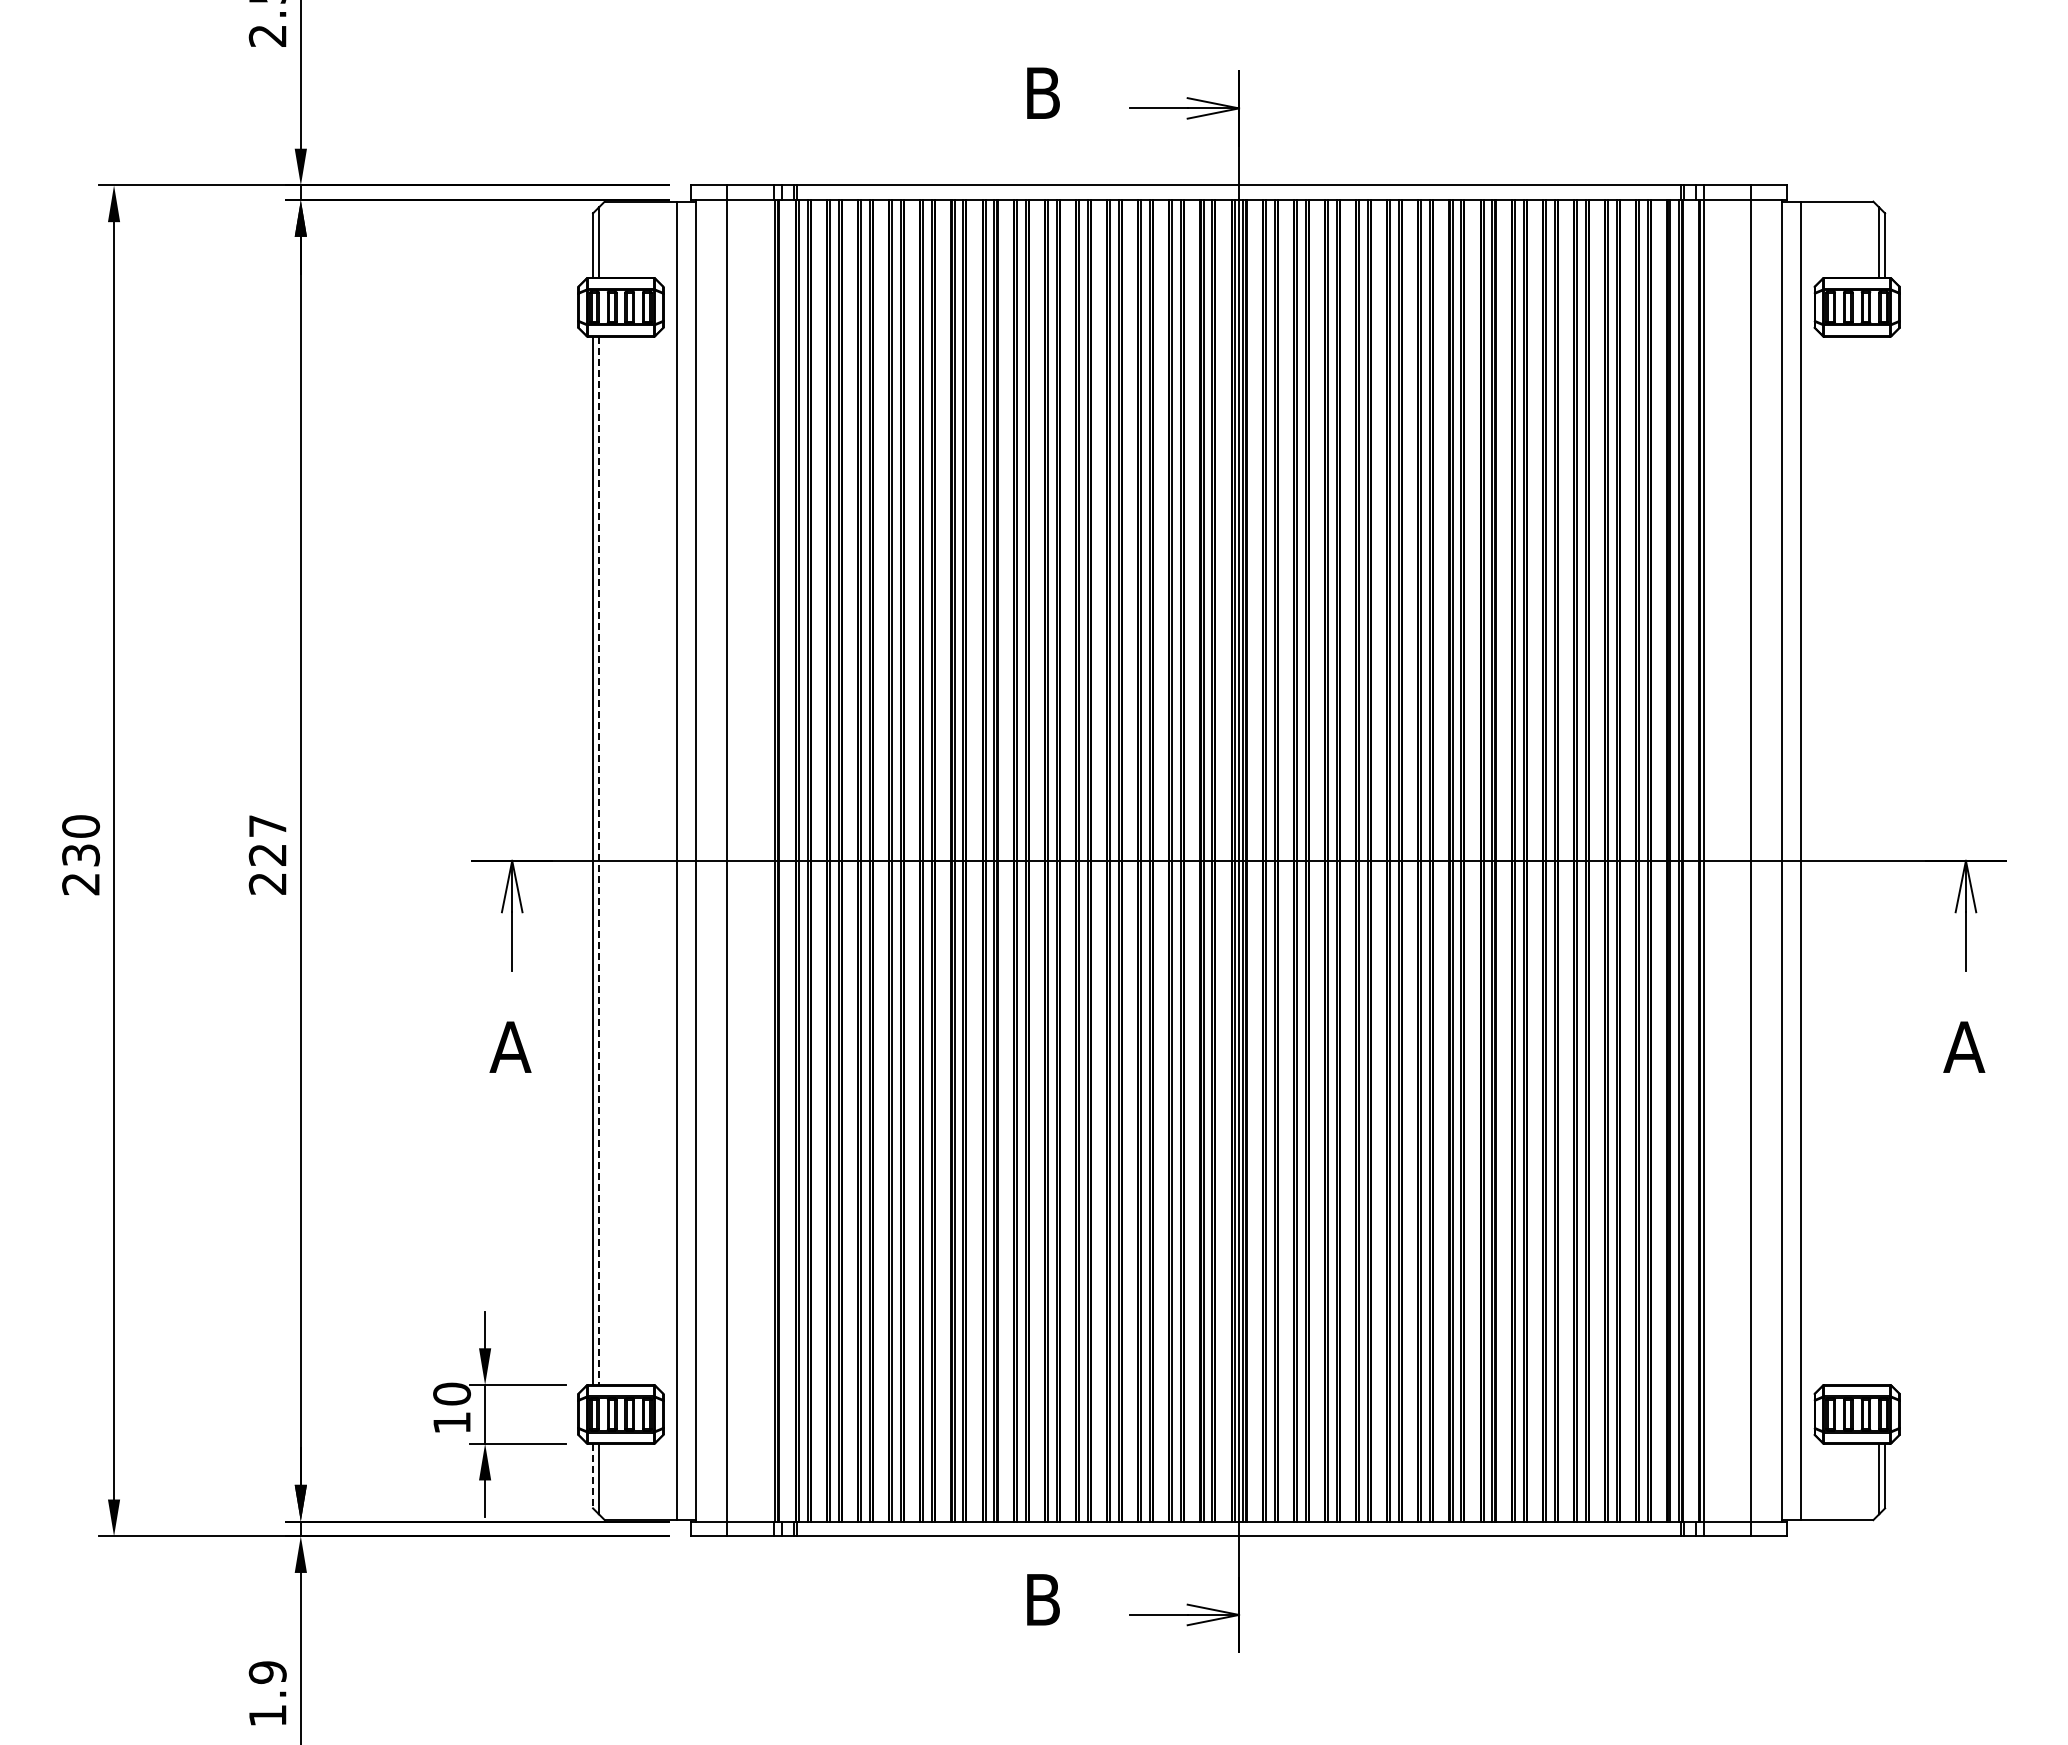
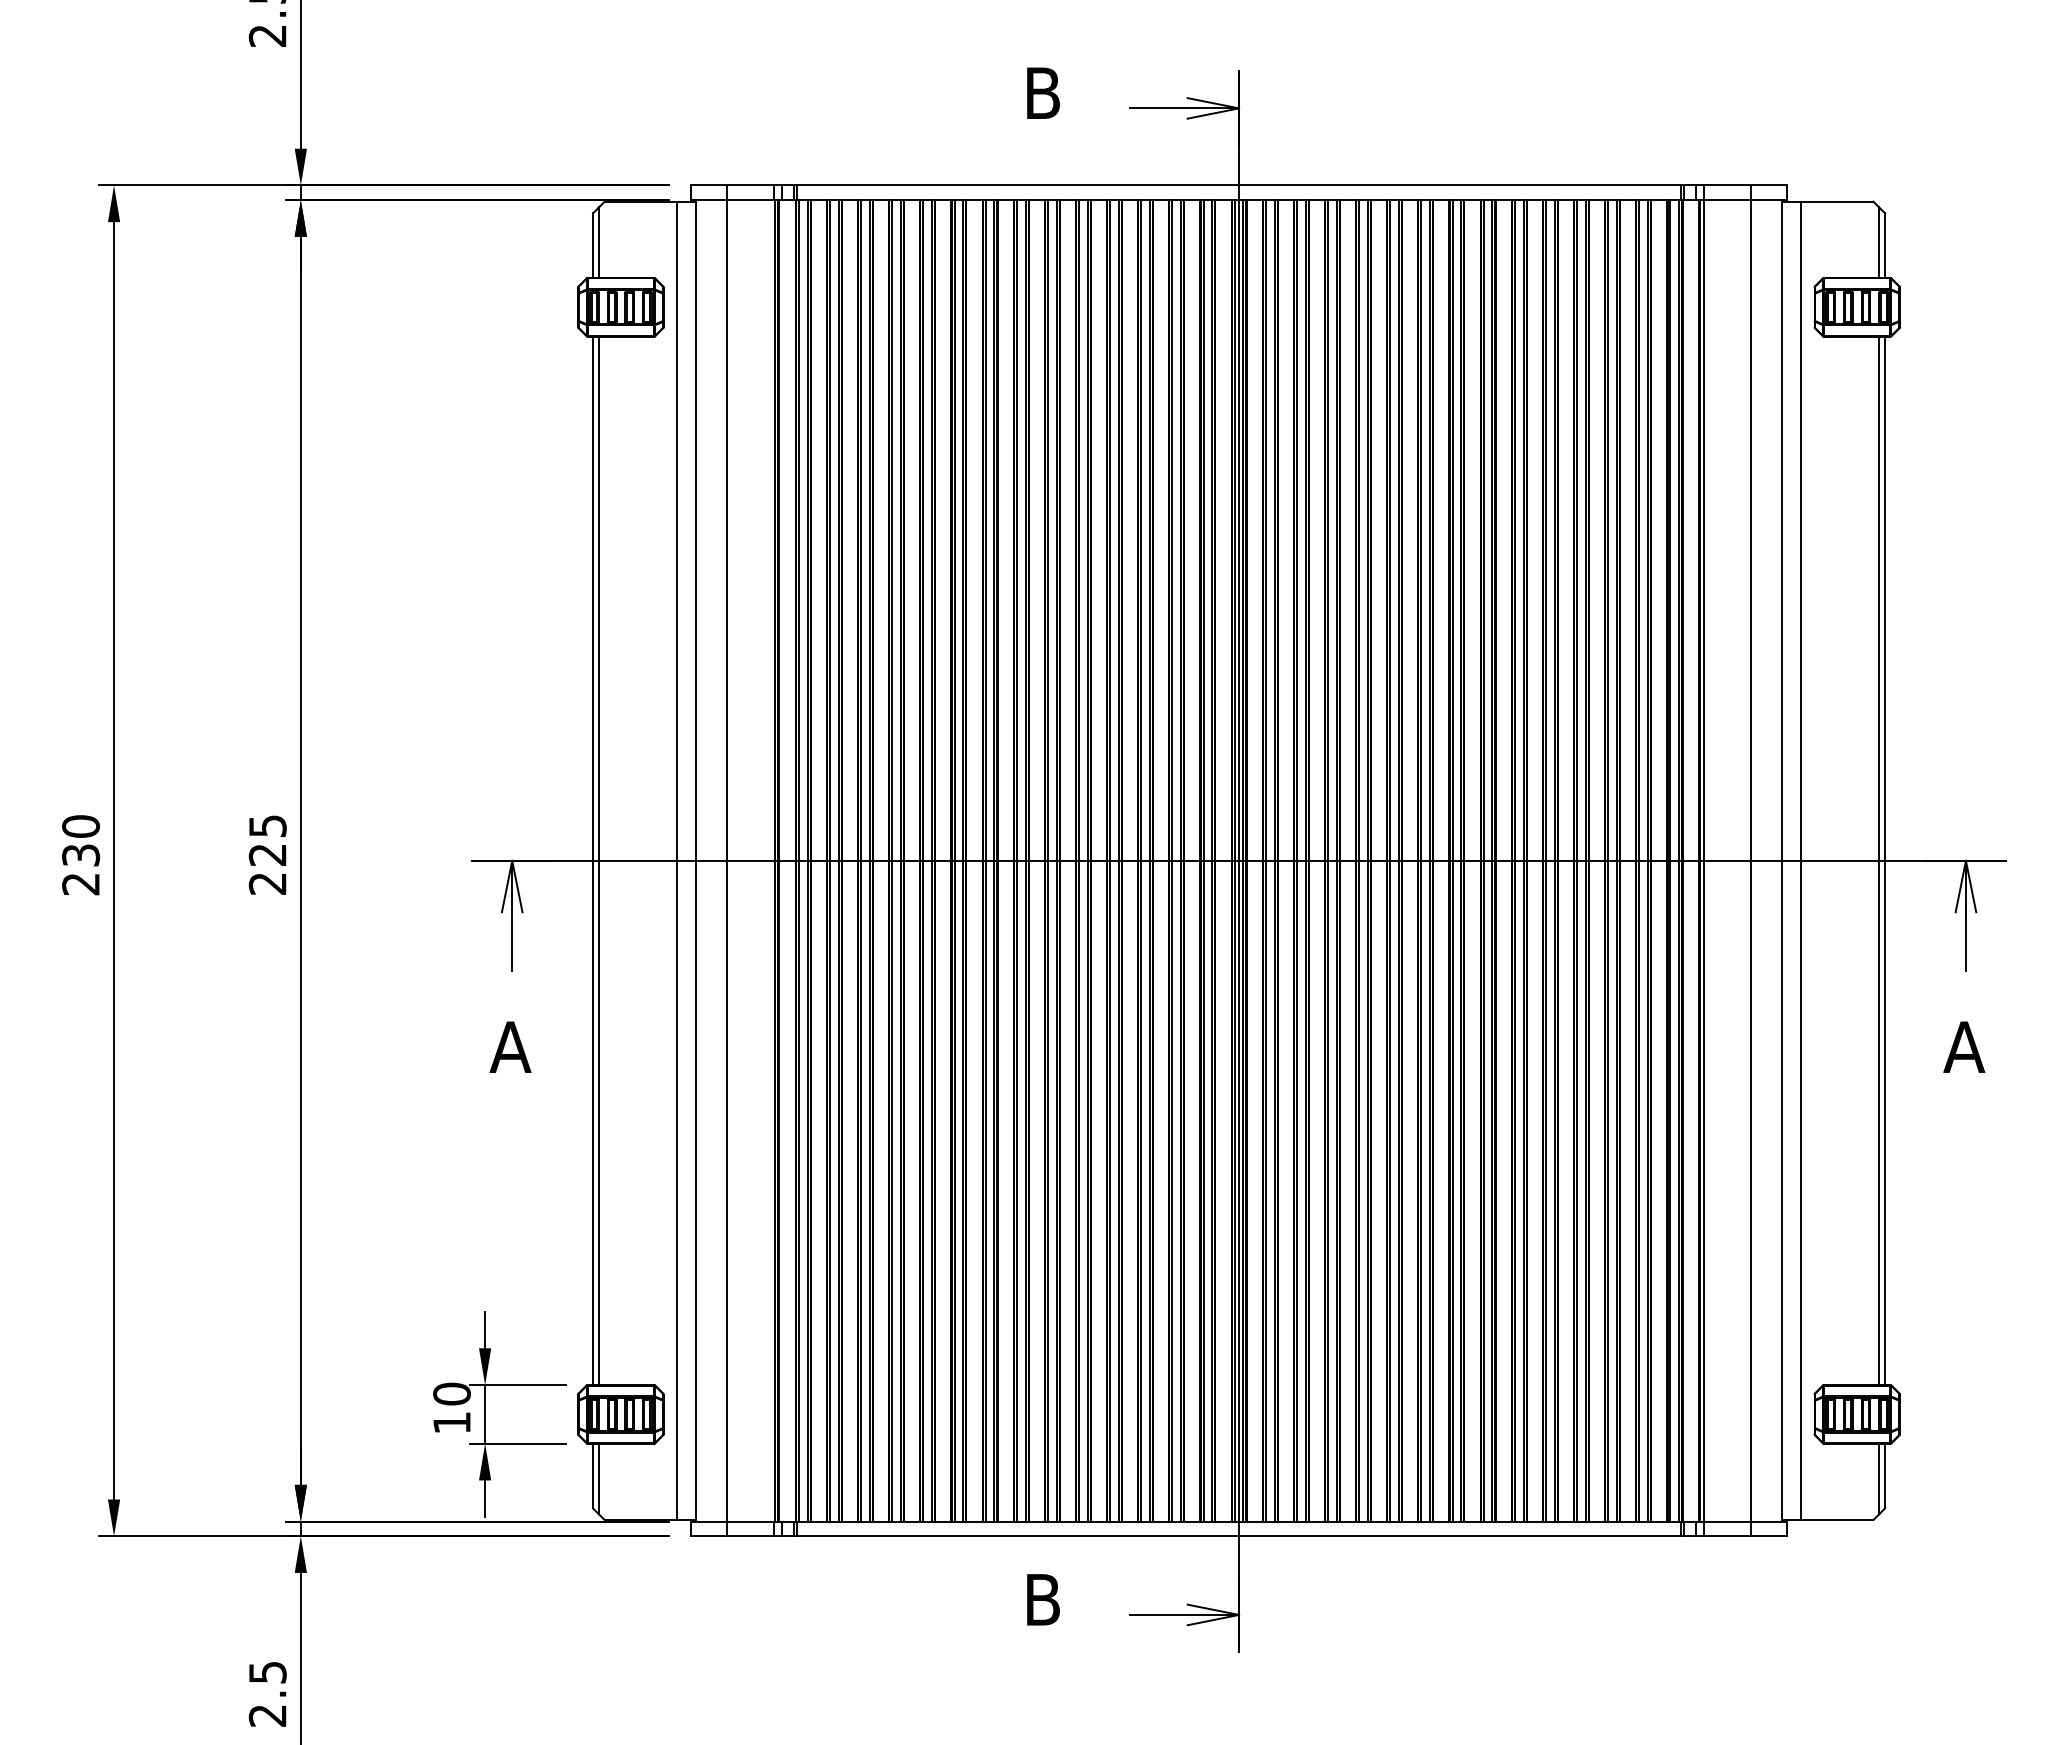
text at (267, 825): 227 -> 225
line at (1879, 860): none -> present
line at (1885, 860): none -> present
line at (598, 861): dashed -> solid
line at (593, 1476): dashed -> solid
text at (267, 1693): 1.9 -> 2.5
